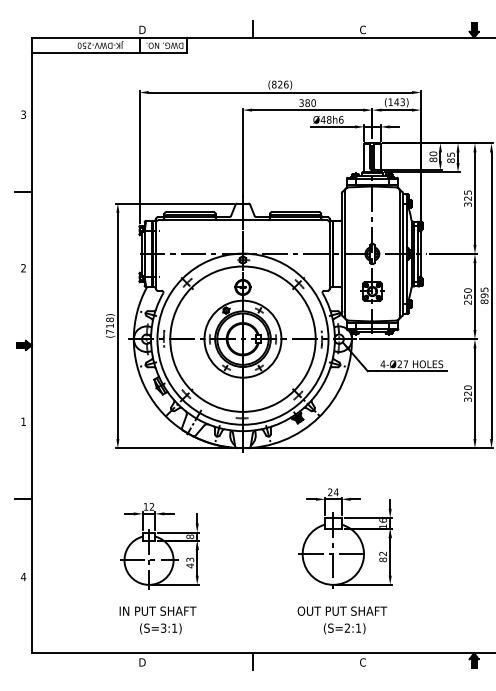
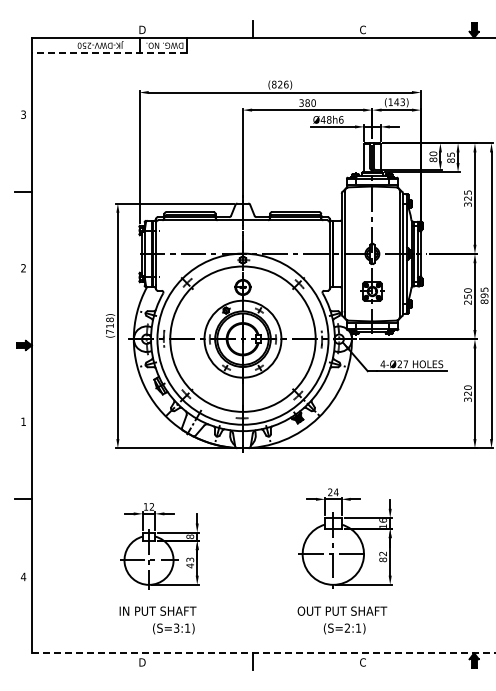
line at (108, 53): solid -> dashed
text at (160, 628) position: (160, 628) -> (173, 628)
line at (263, 653): solid -> dashed
